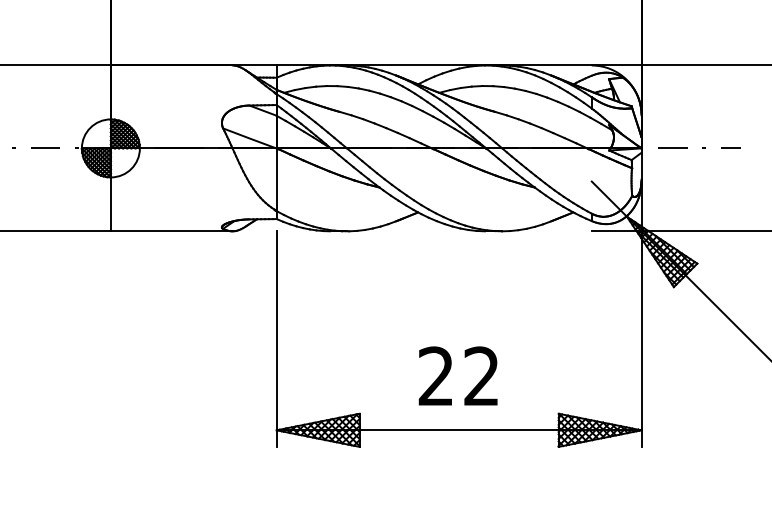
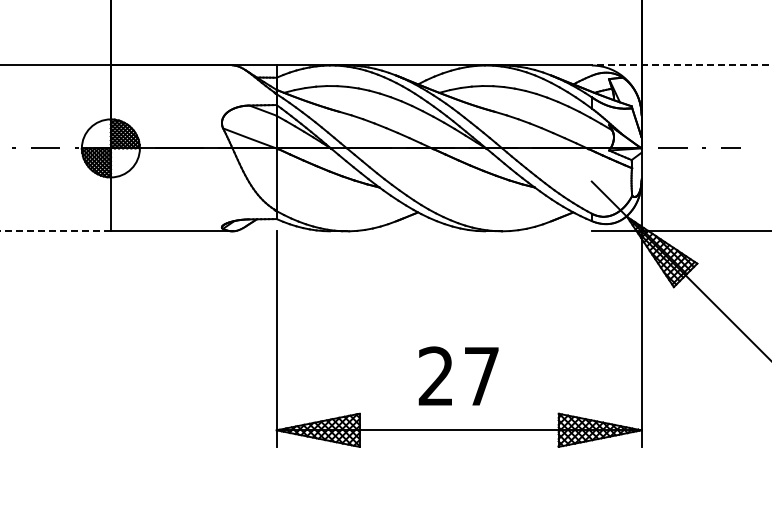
line at (681, 65): solid -> dashed
line at (55, 231): solid -> dashed
text at (481, 375): 22 -> 27
